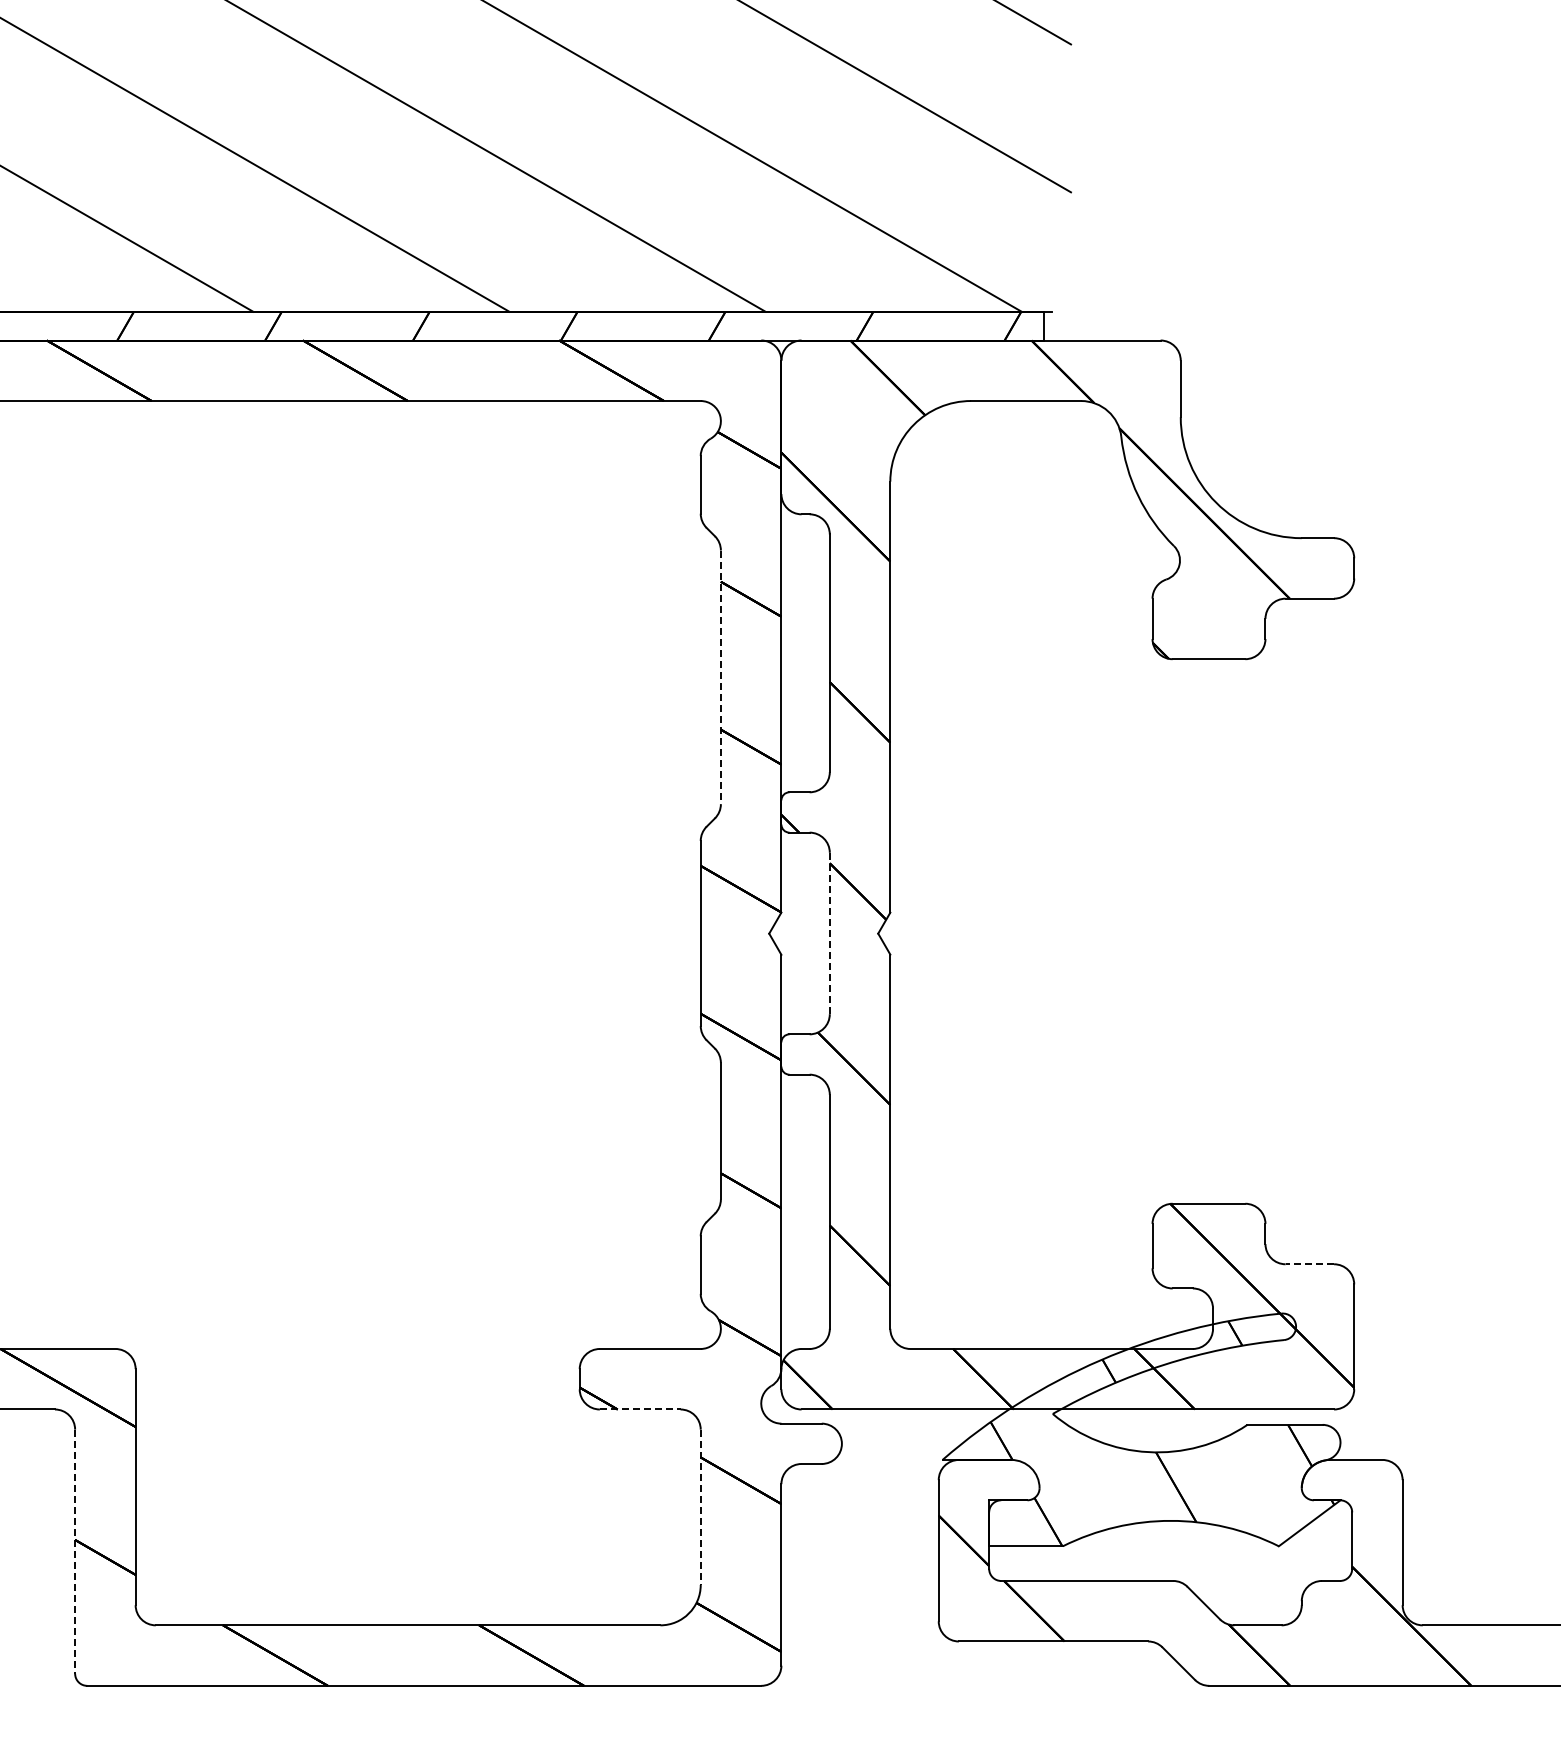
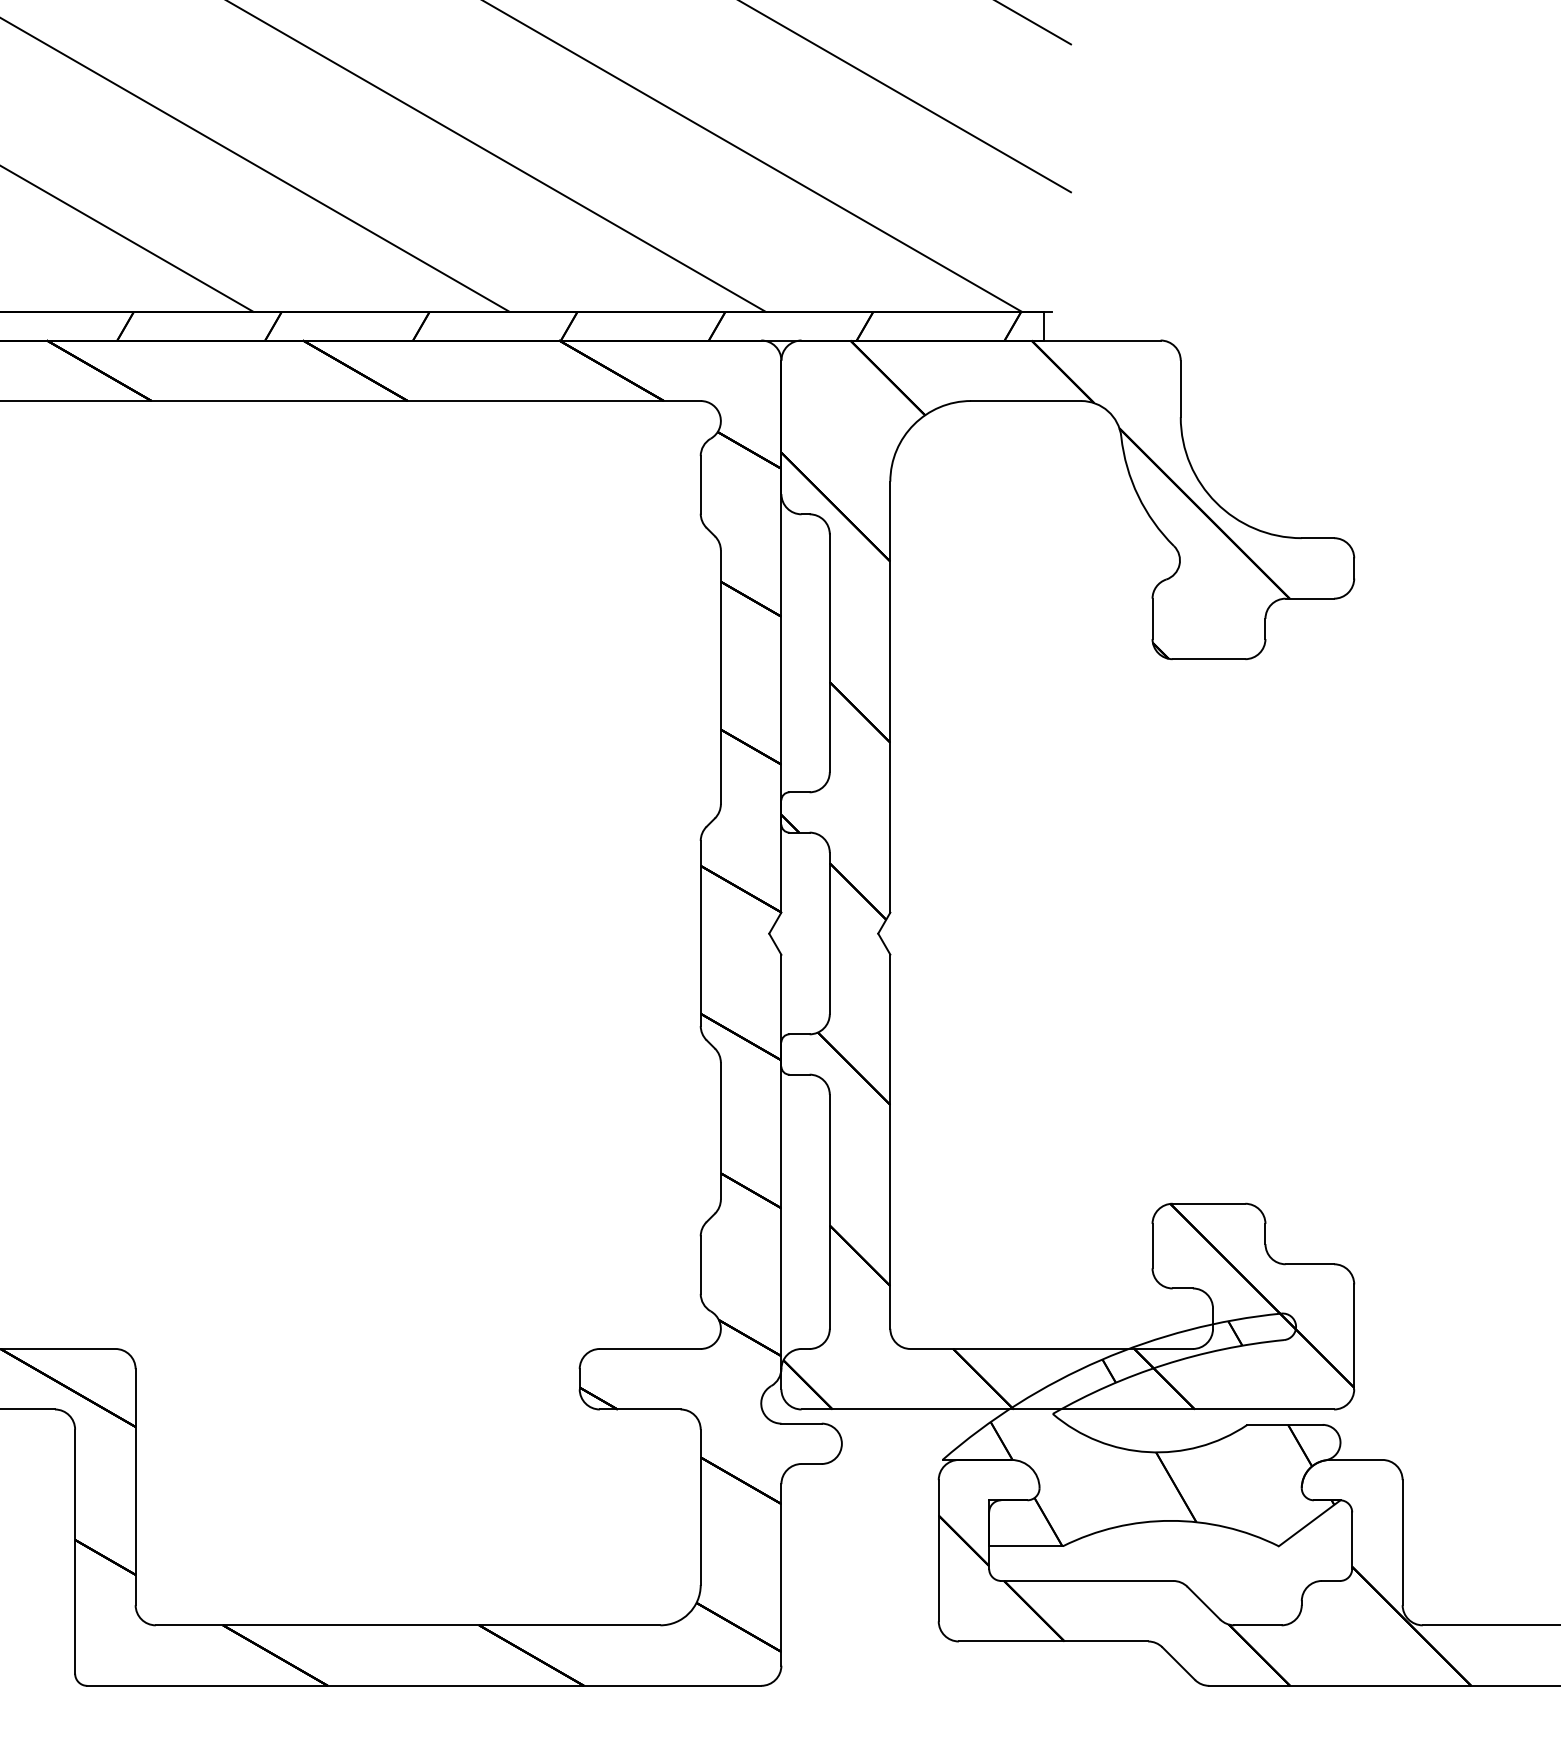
line at (720, 677): dashed -> solid
line at (829, 933): dashed -> solid
line at (1309, 1264): dashed -> solid
line at (640, 1409): dashed -> solid
line at (700, 1507): dashed -> solid
line at (75, 1552): dashed -> solid
